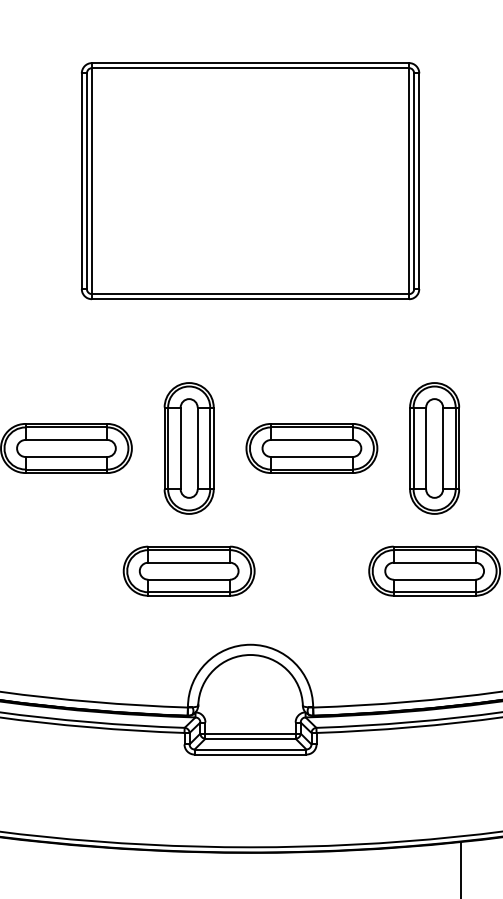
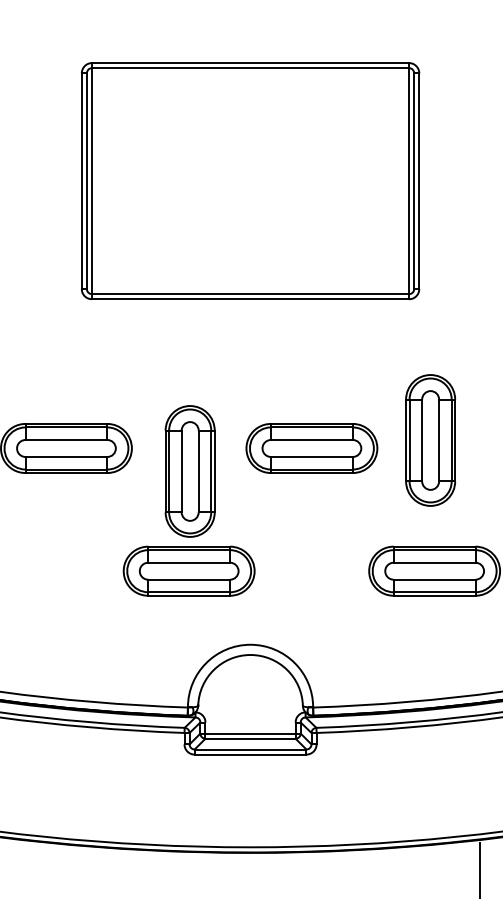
part at (188, 448) position: (188, 448) -> (189, 471)
part at (434, 448) position: (434, 448) -> (430, 440)
line at (460, 868) position: (460, 868) -> (479, 868)
